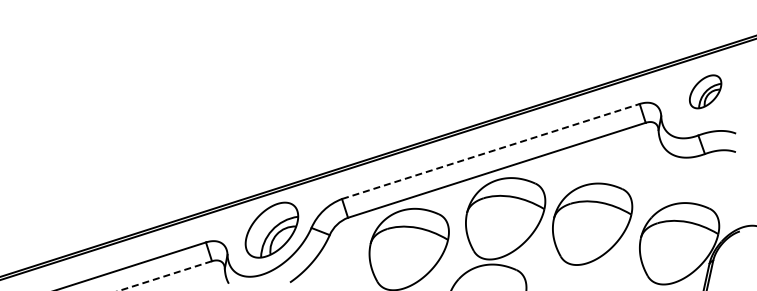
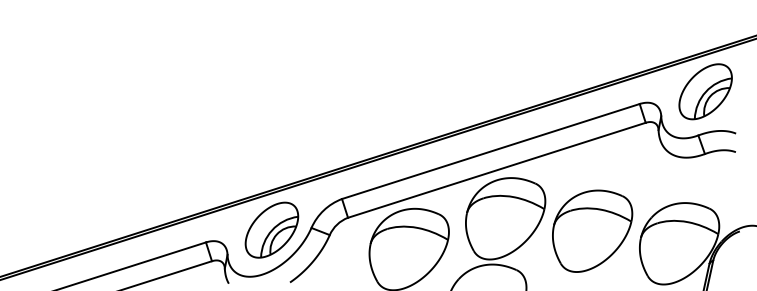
part at (705, 91) size: 34x36 px -> 55x58 px
line at (491, 151): dashed -> solid
part at (592, 223) position: (592, 223) -> (592, 230)
line at (165, 276): dashed -> solid
